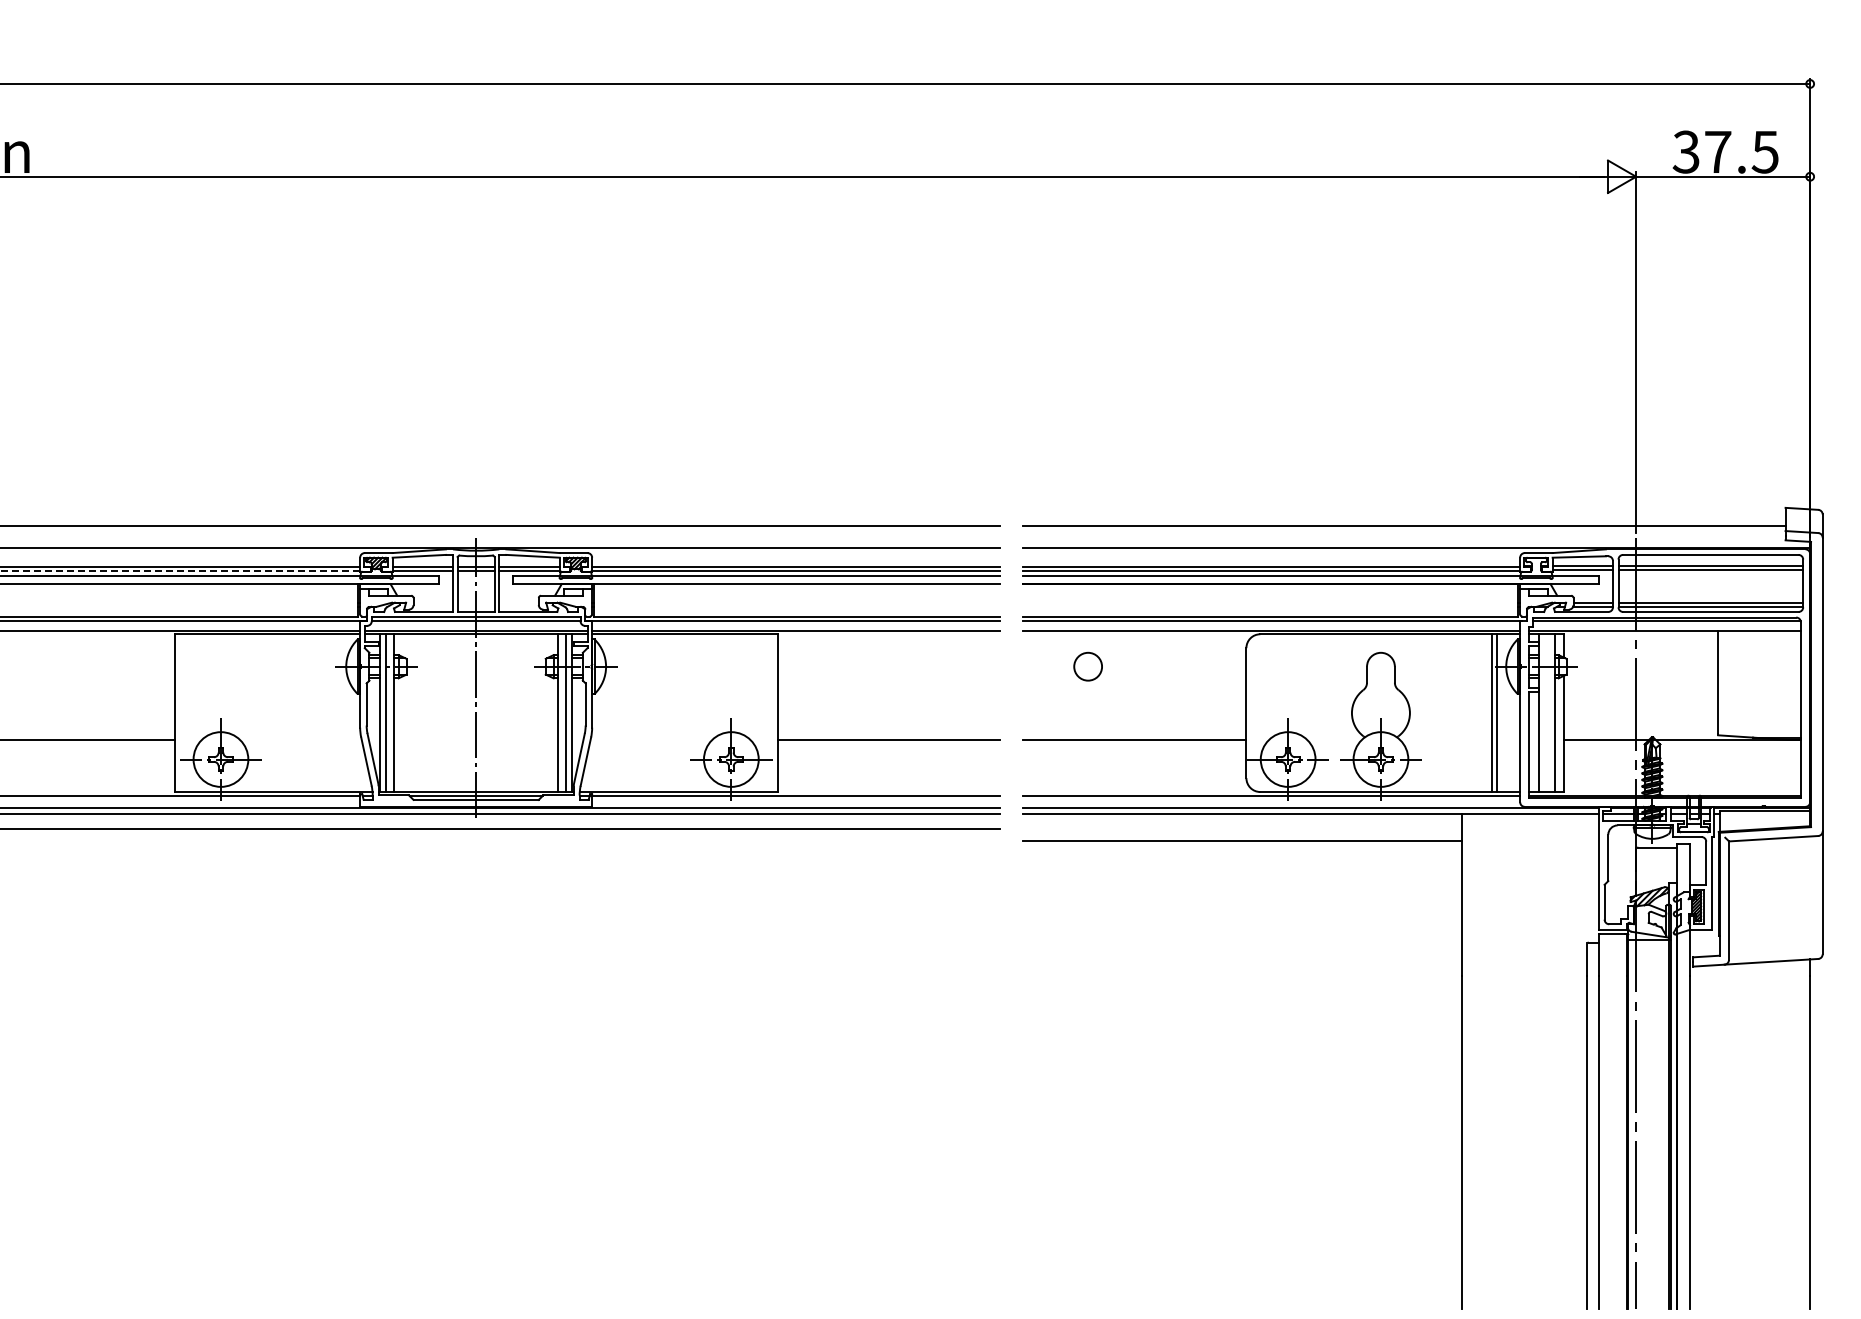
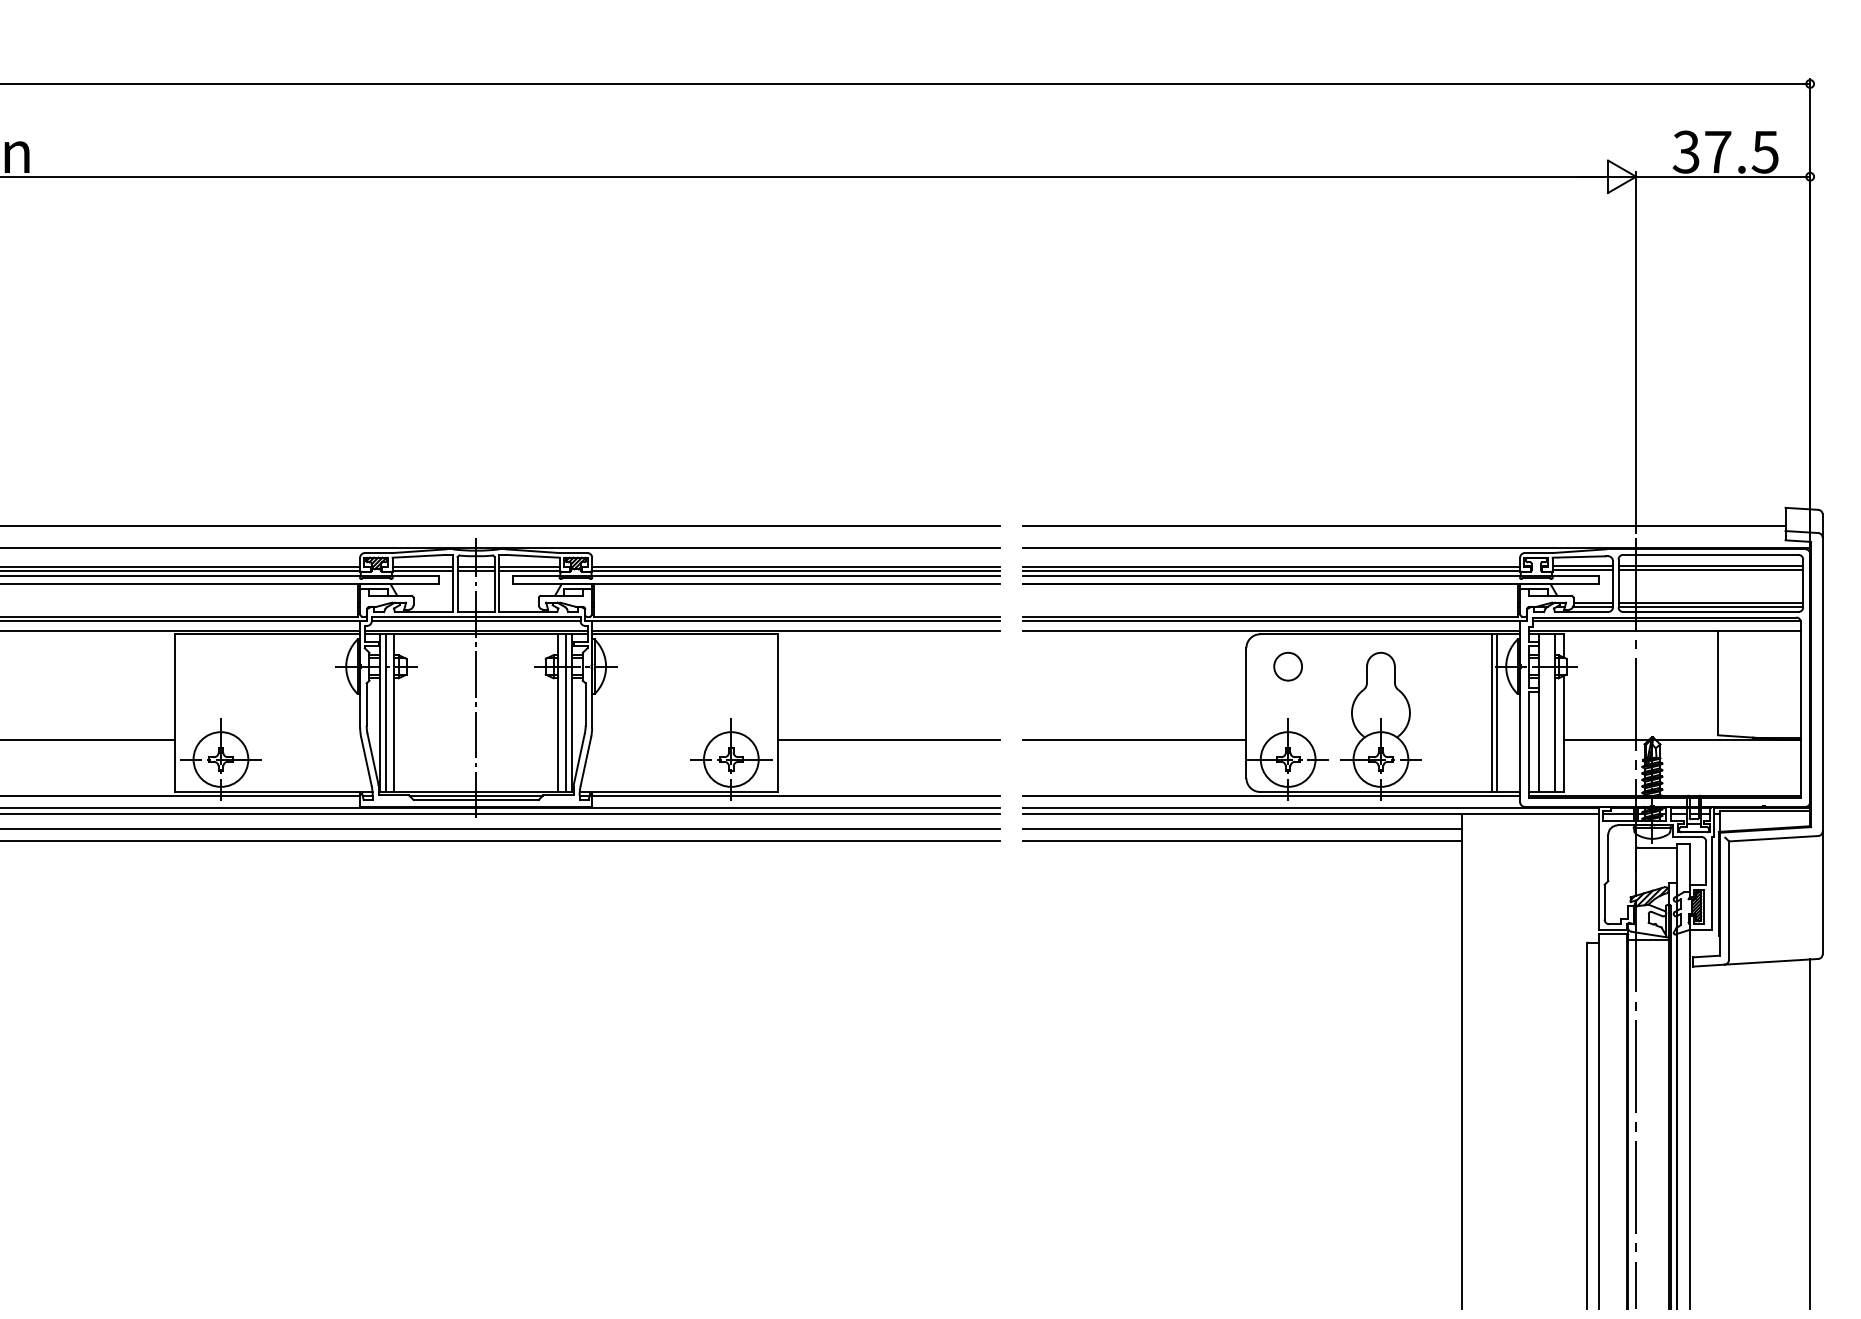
line at (180, 571): dashed -> solid
circle at (1087, 666) position: (1087, 666) -> (1287, 666)
line at (1242, 828): none -> present
line at (501, 841): none -> present
